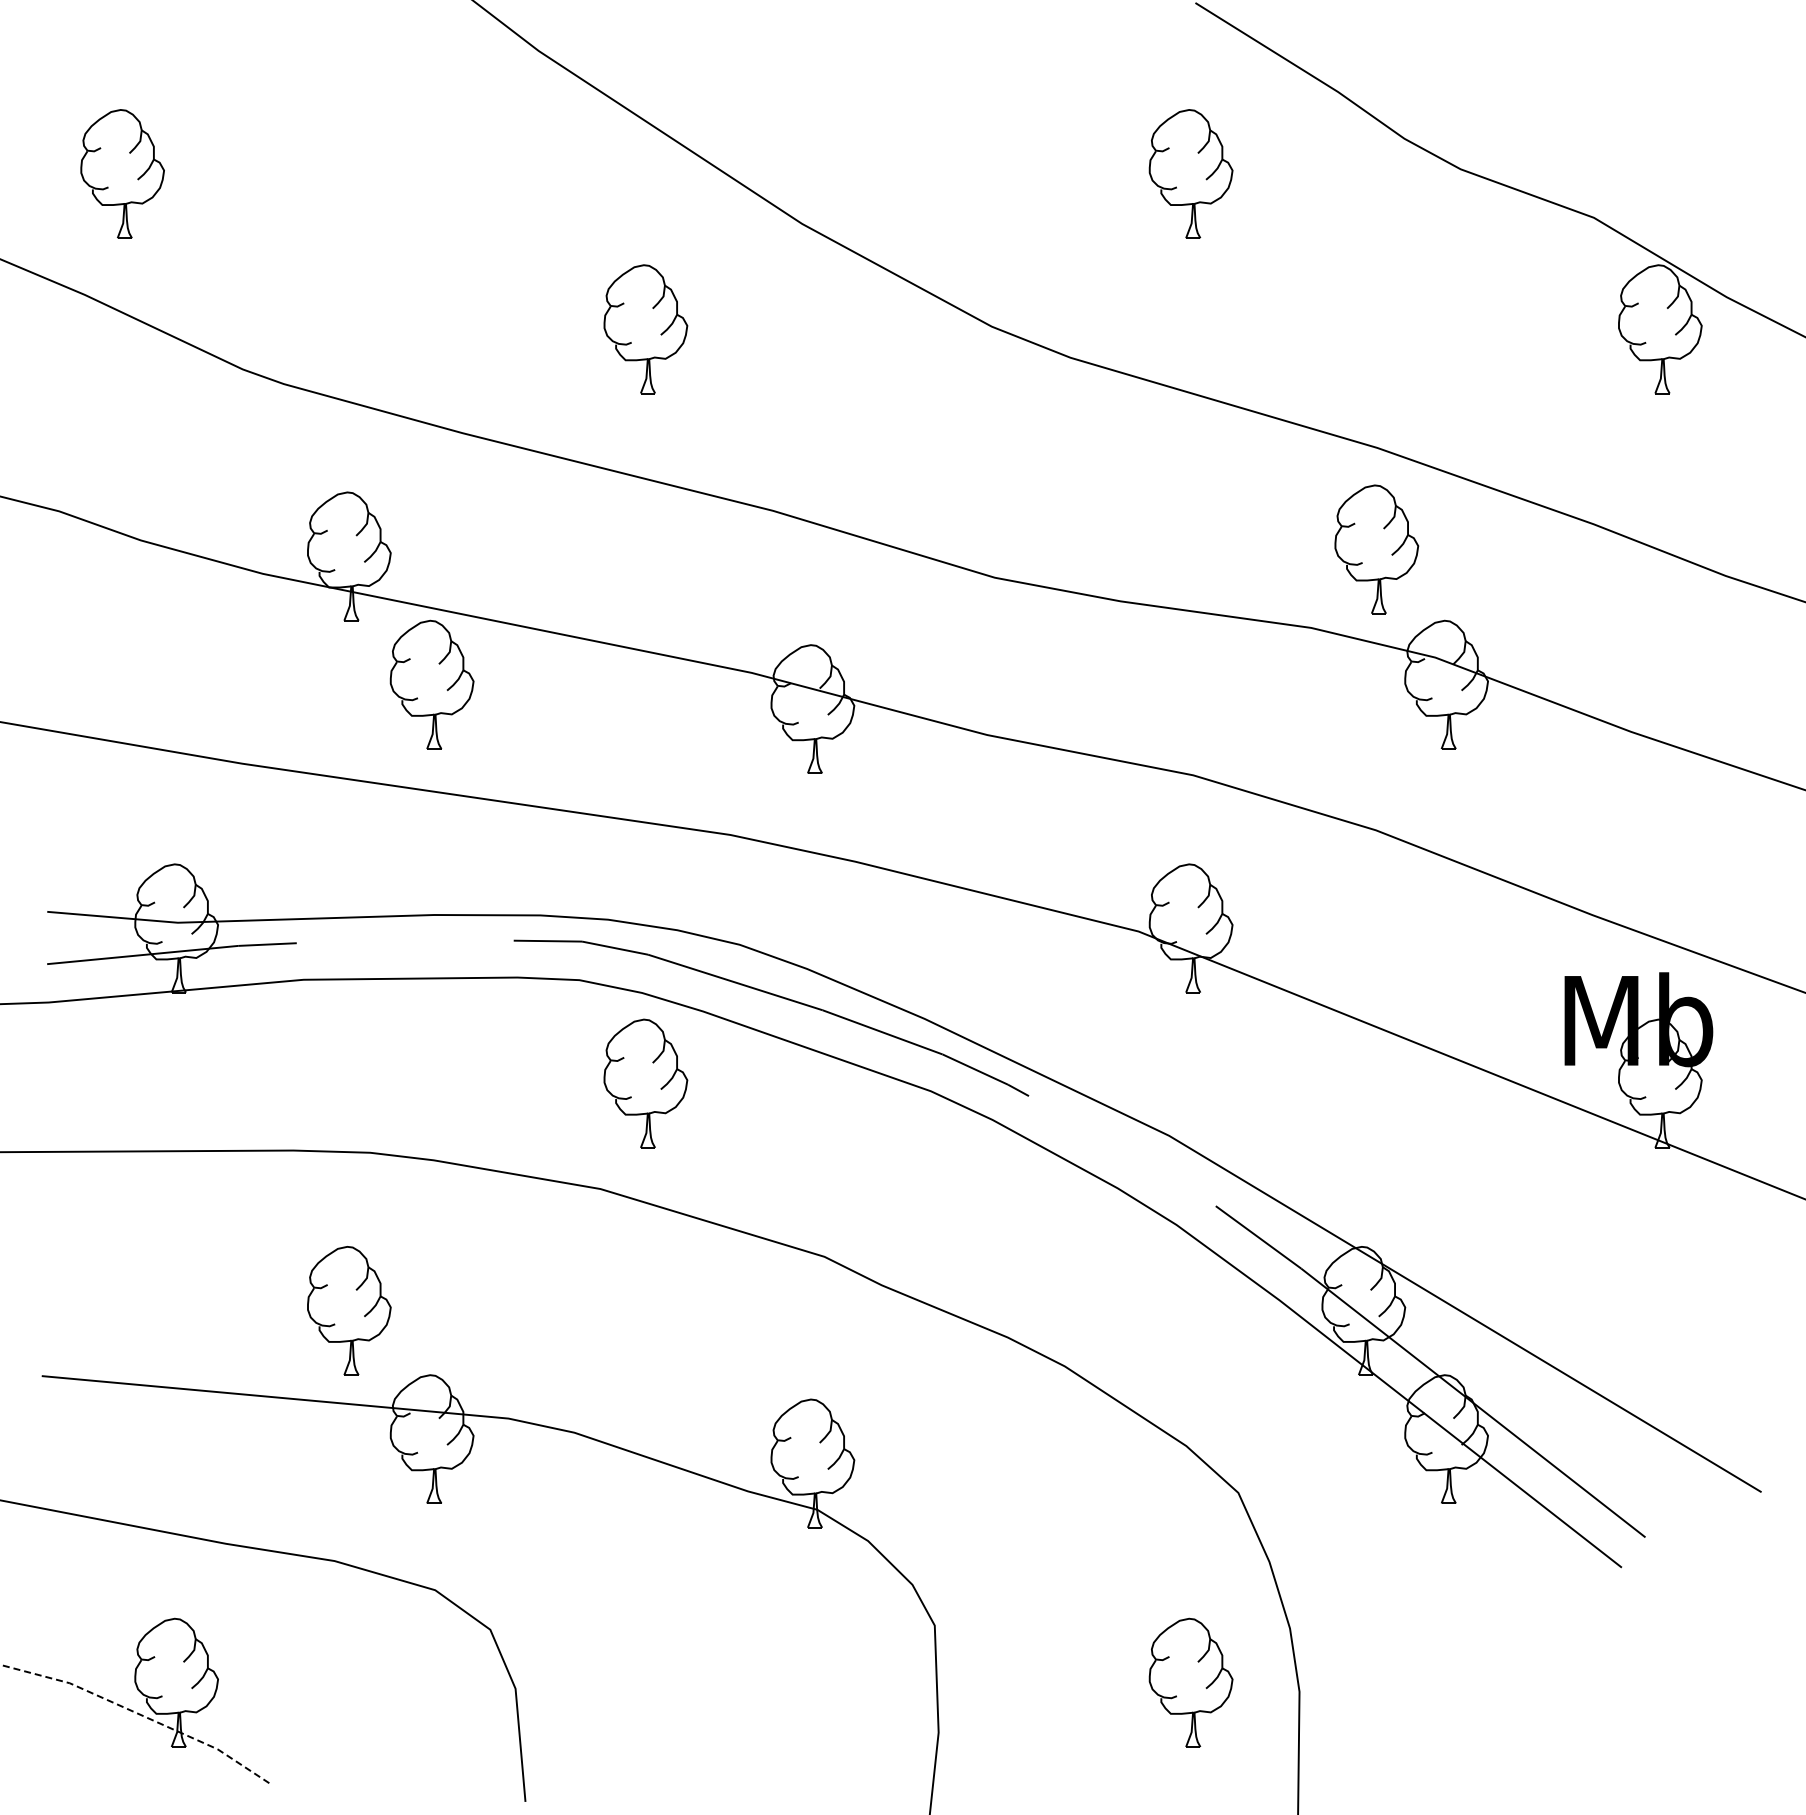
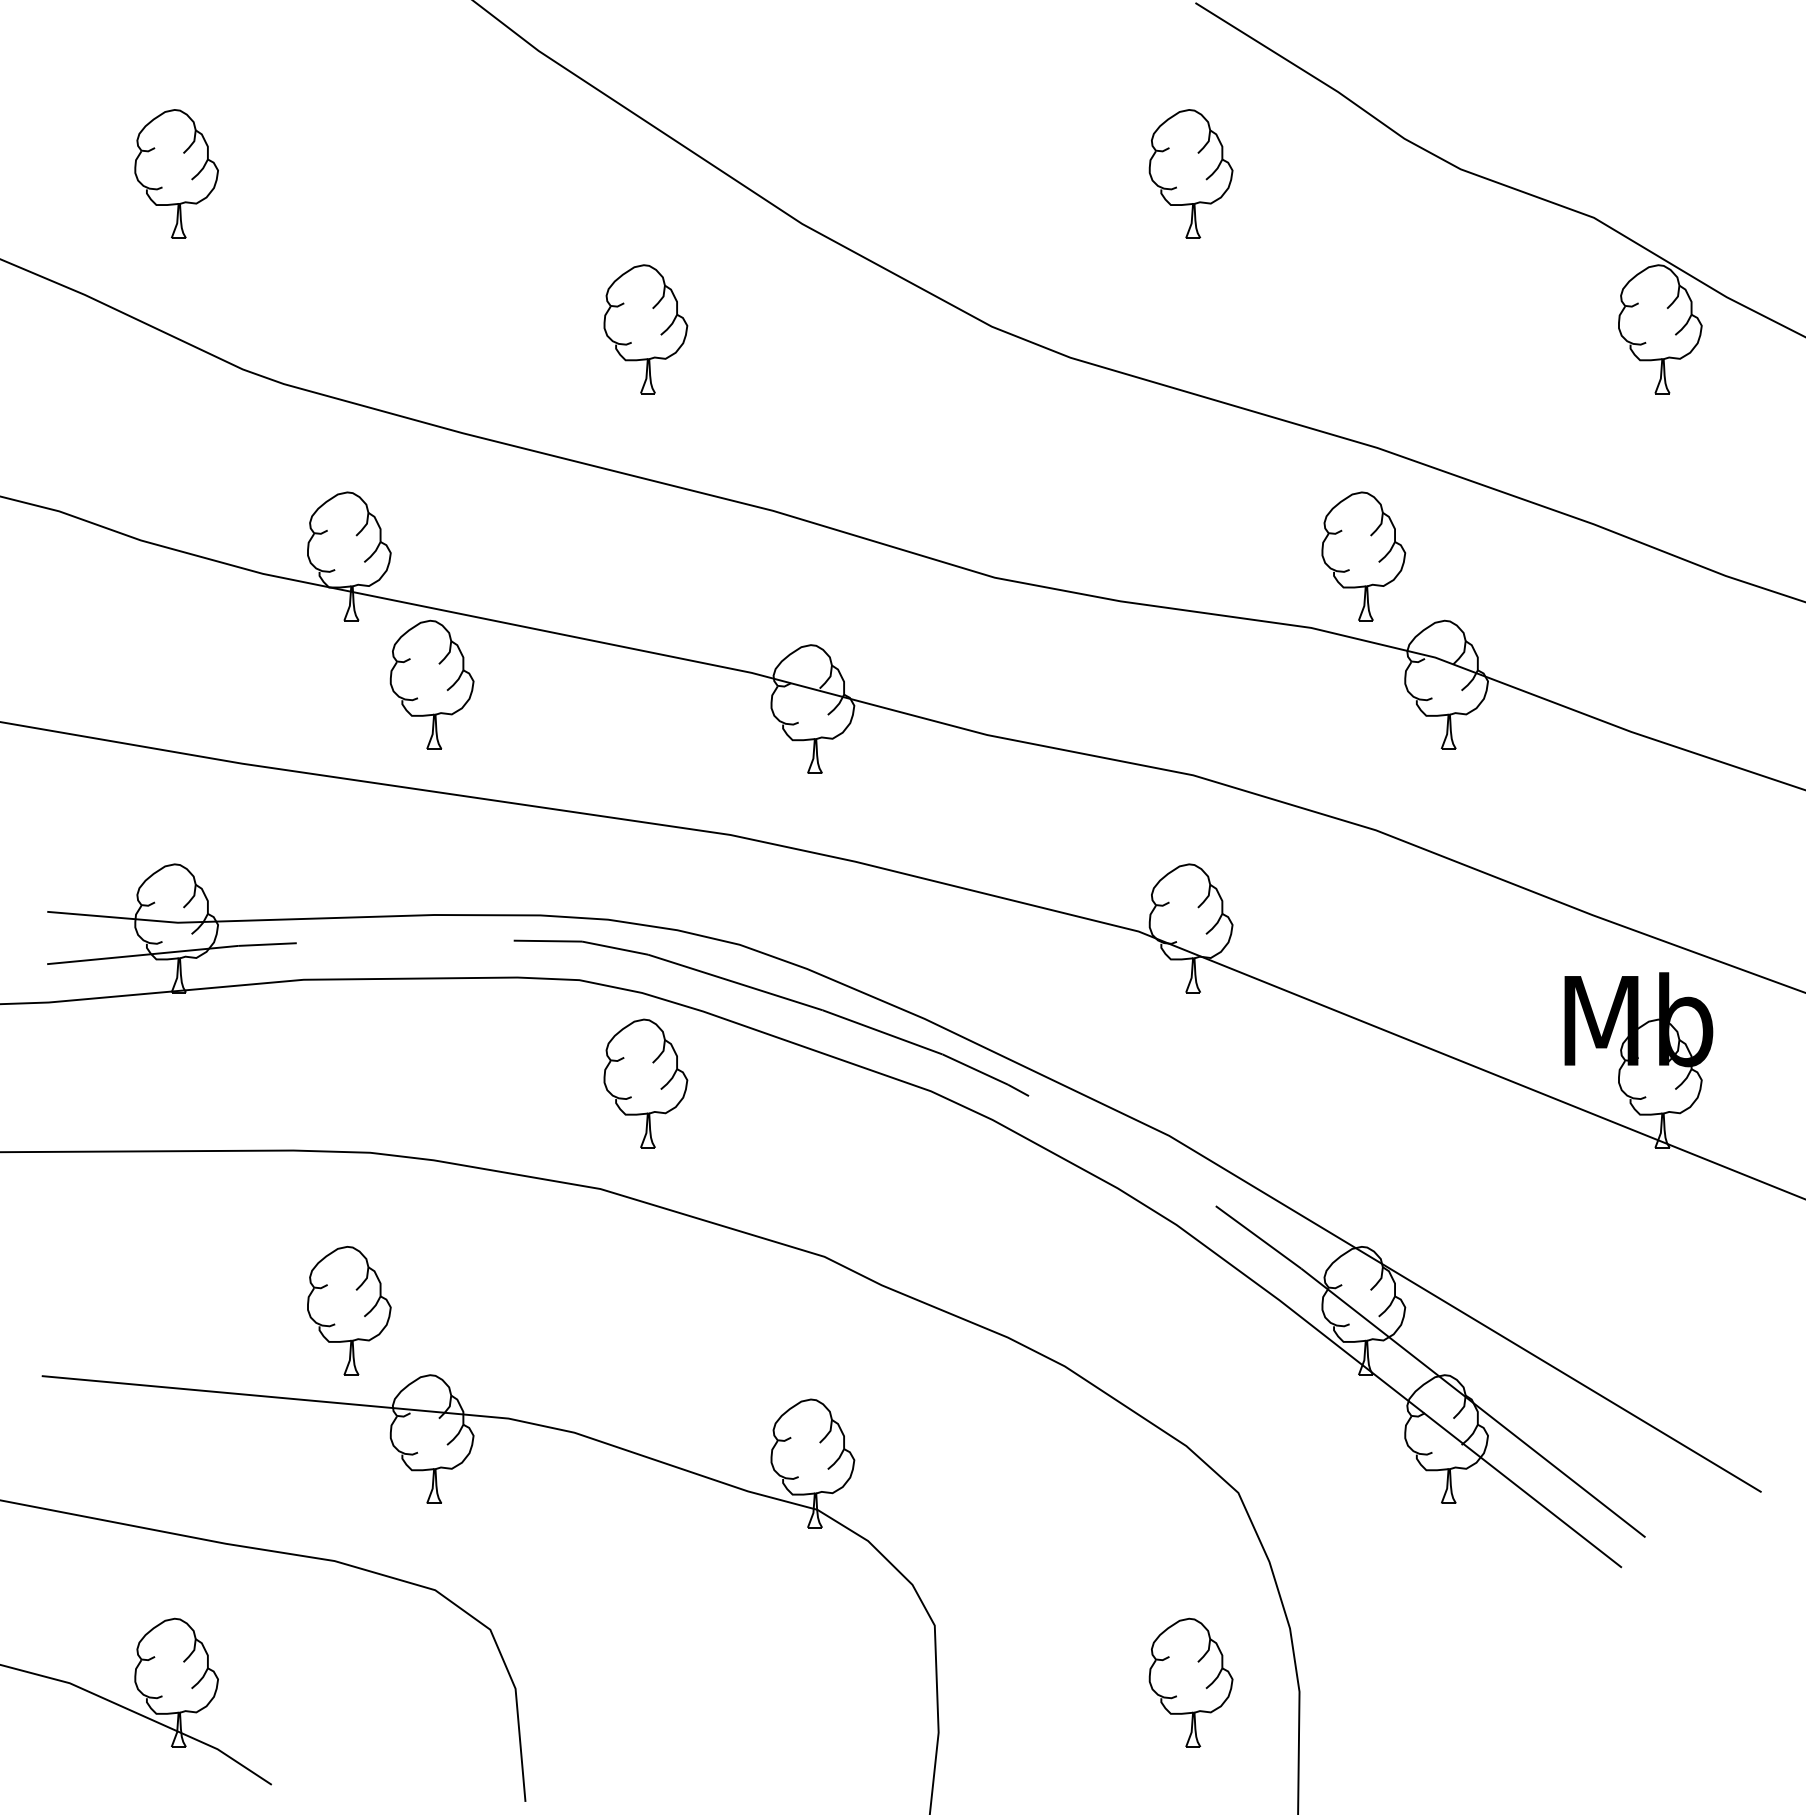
part at (122, 173) position: (122, 173) -> (176, 173)
part at (1376, 549) position: (1376, 549) -> (1363, 556)
line at (140, 1715): dashed -> solid
